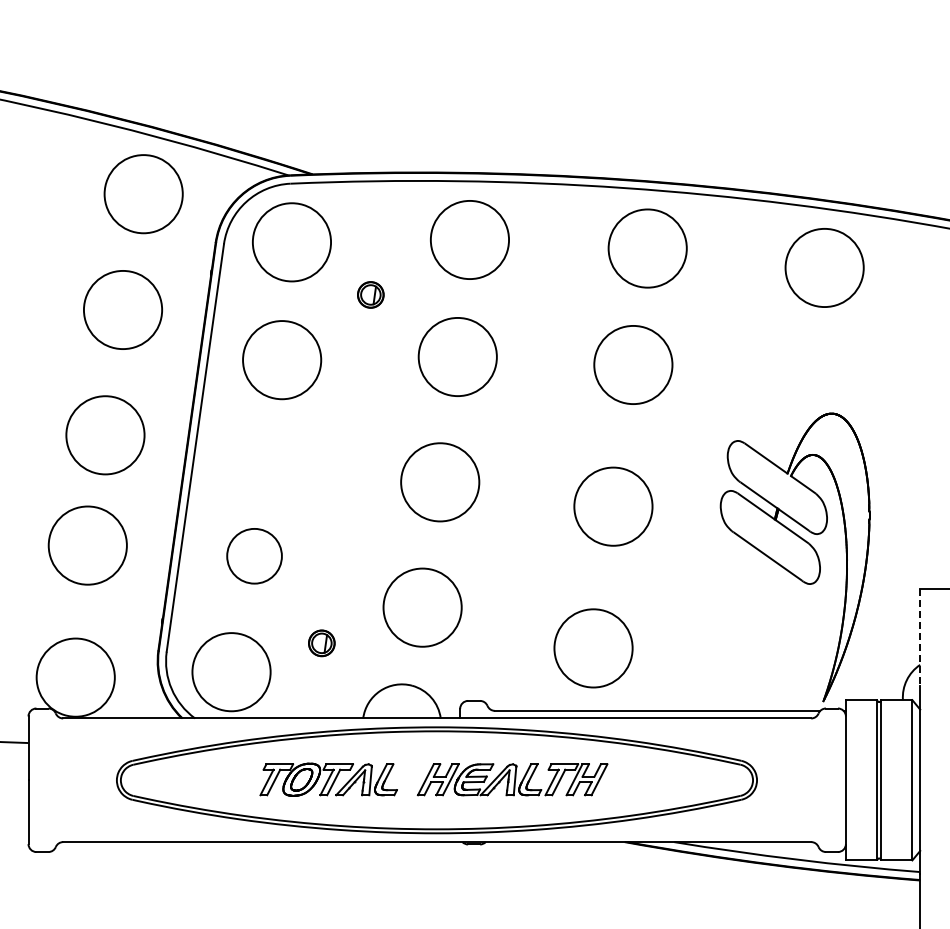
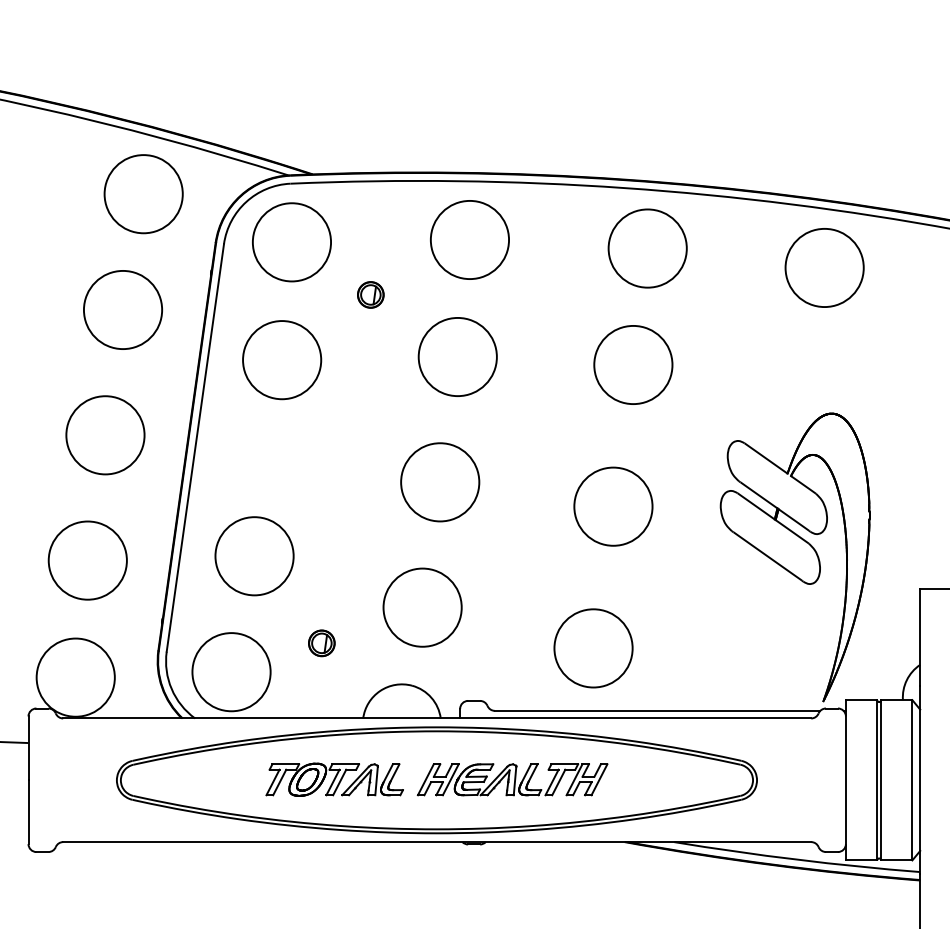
circle at (87, 545) position: (87, 545) -> (87, 560)
circle at (254, 555) diameter: 55 px -> 78 px
line at (920, 637): dashed -> solid
part at (328, 779) position: (328, 779) -> (334, 779)
